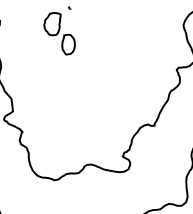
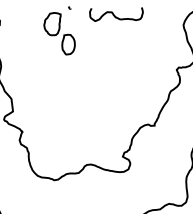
curve at (115, 15): none -> present
